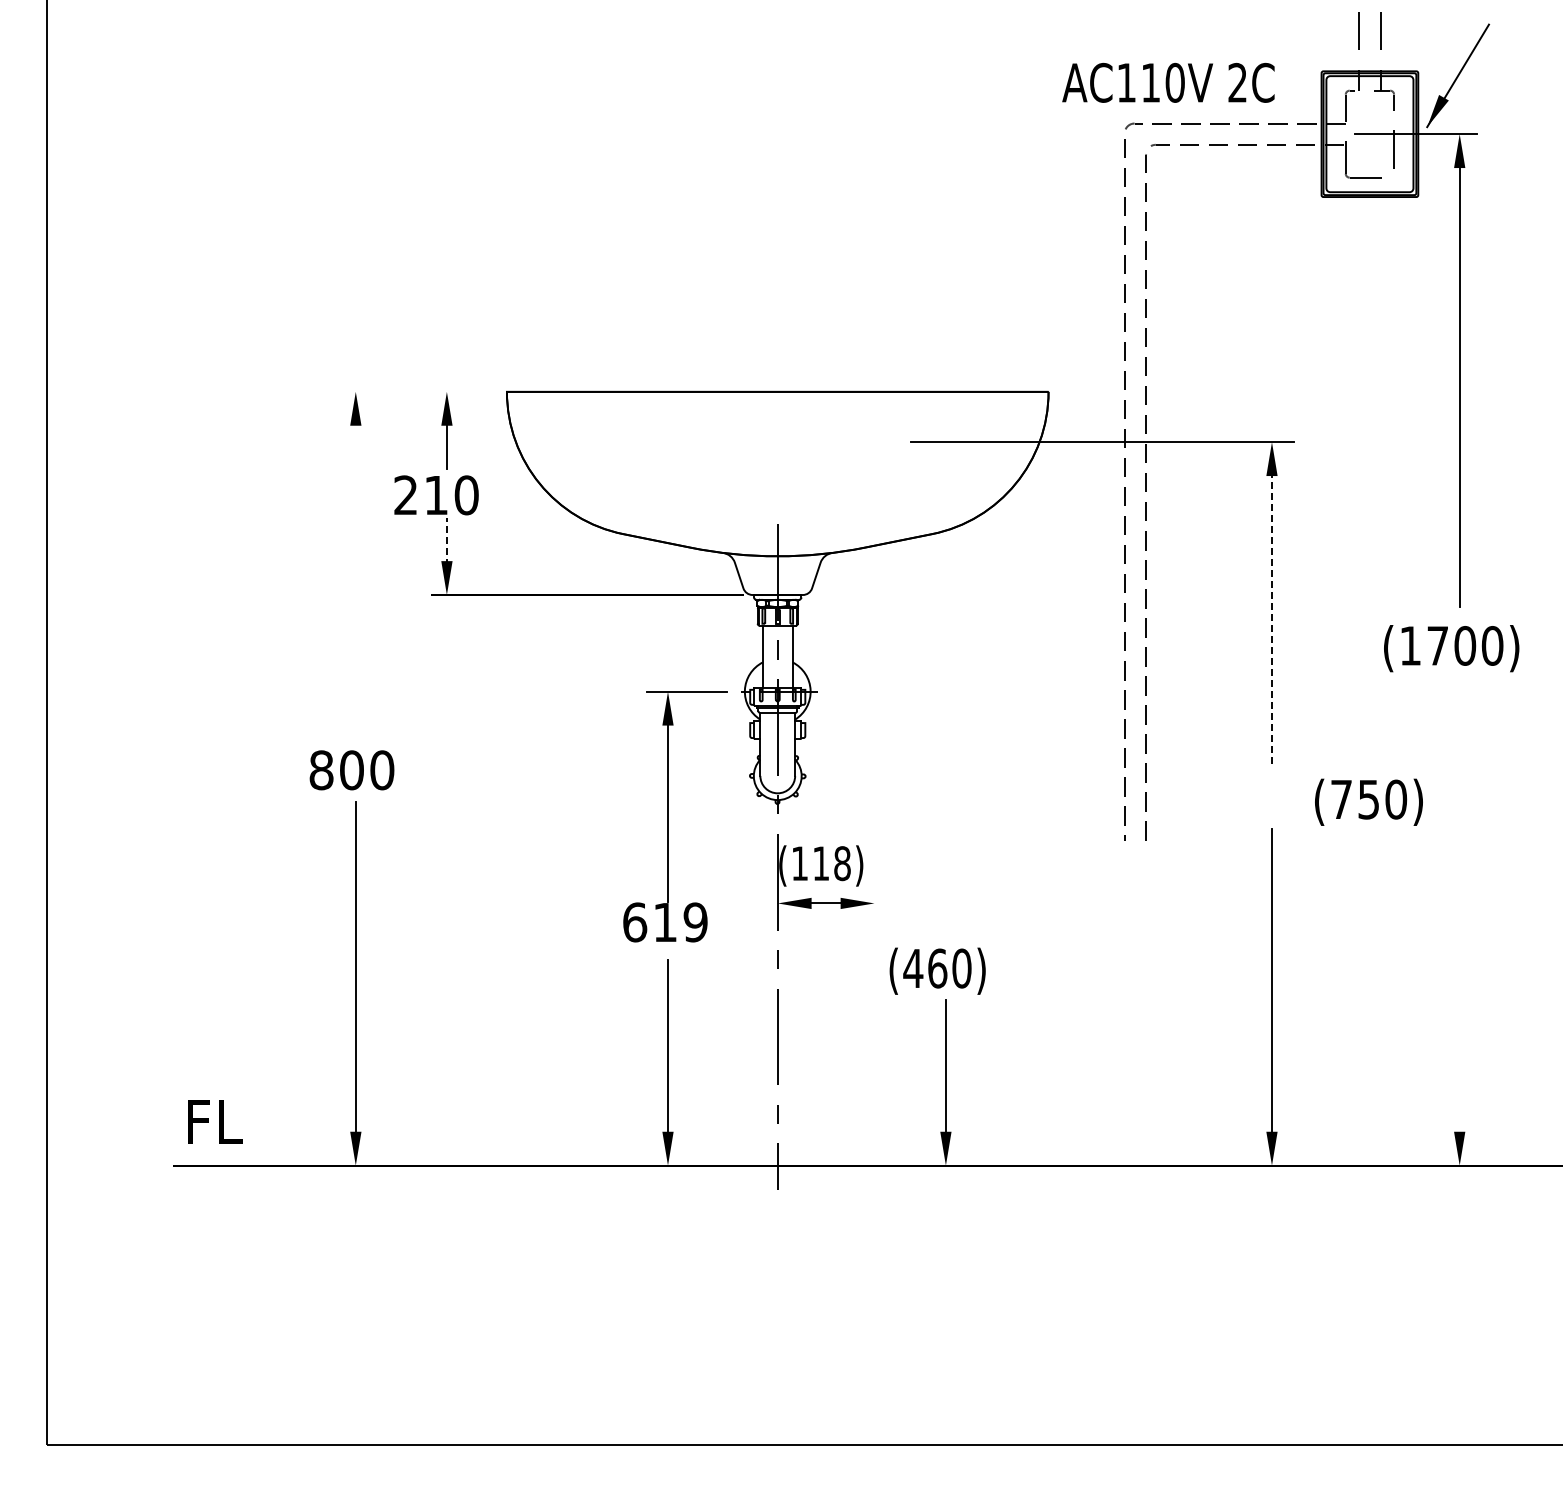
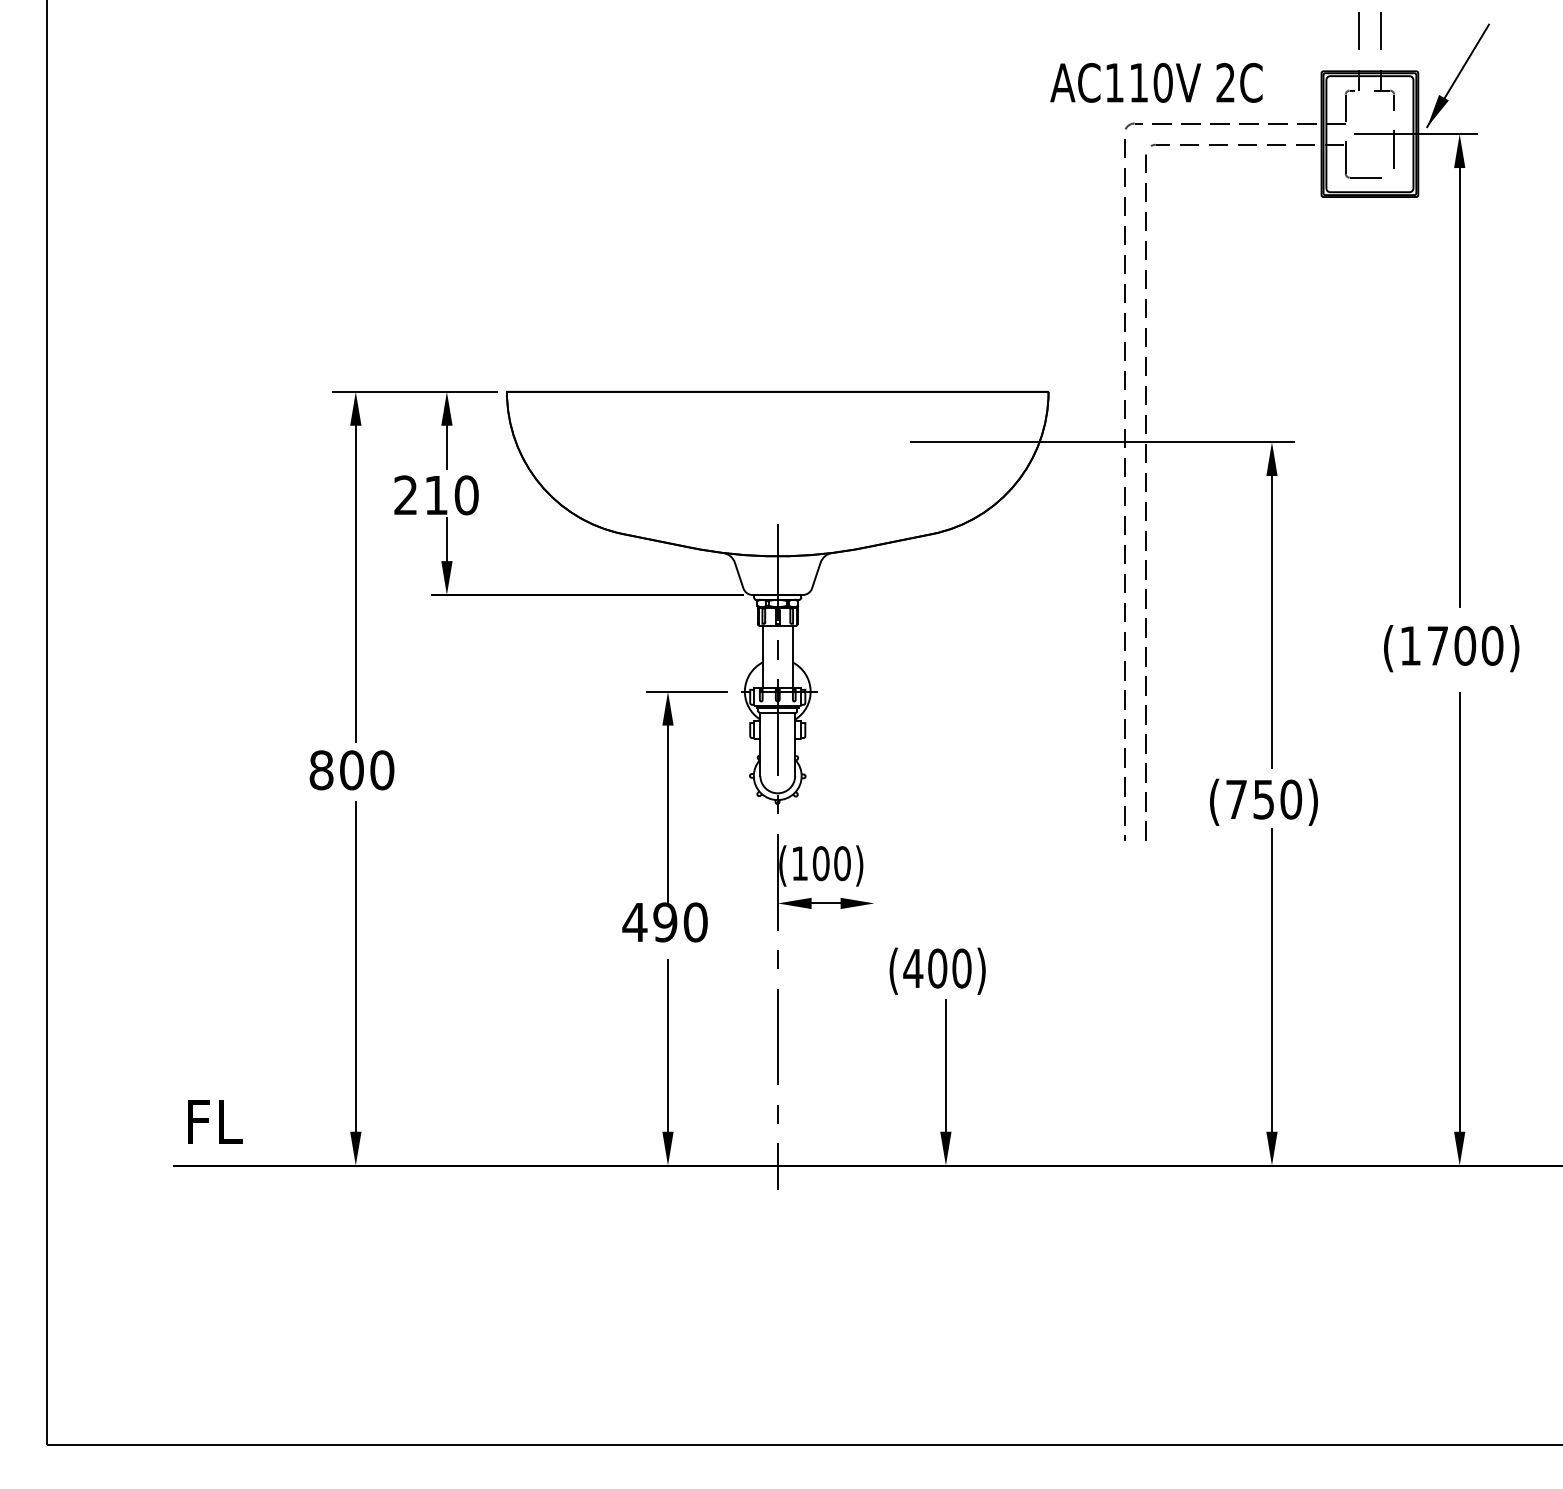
text at (1168, 82) position: (1168, 82) -> (1156, 82)
line at (415, 391): none -> present
line at (446, 541): dashed -> solid
line at (355, 580): none -> present
line at (1271, 619): dashed -> solid
text at (1368, 801) position: (1368, 801) -> (1263, 801)
text at (831, 863): (118) -> (100)
line at (1459, 914): none -> present
text at (664, 922): 619 -> 490
text at (937, 968): (460) -> (400)
